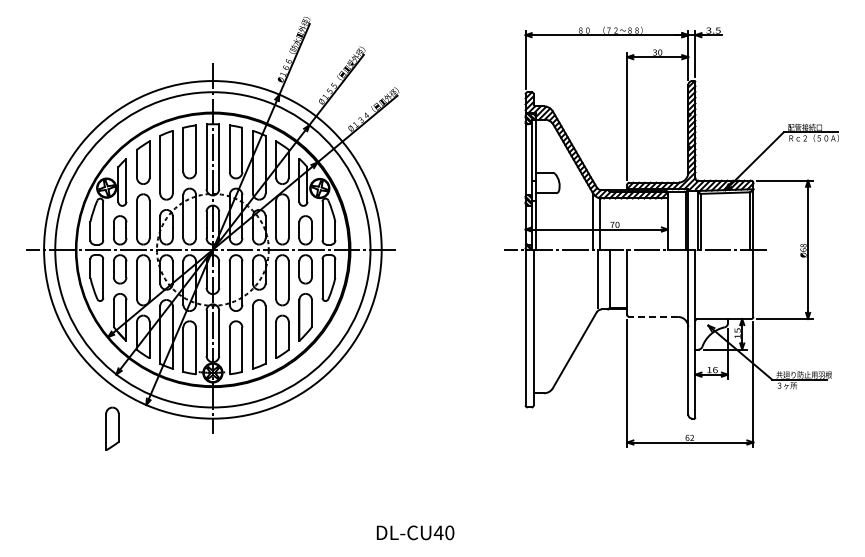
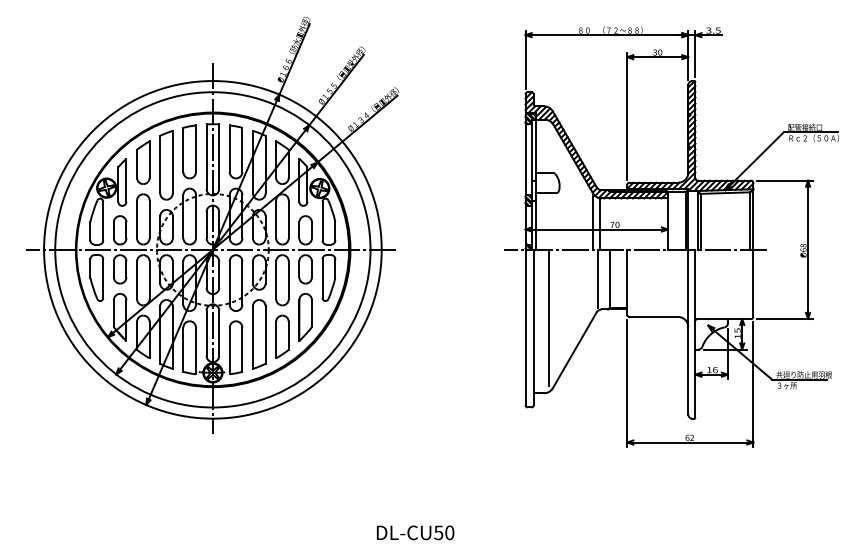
line at (653, 316): dashed -> solid
line at (549, 317): none -> present
part at (112, 428): present -> none
text at (438, 532): DL-CU40 -> DL-CU50
